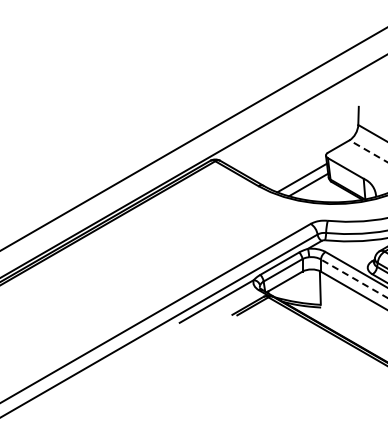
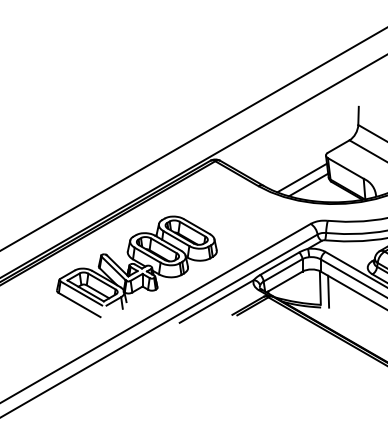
line at (368, 151): dashed -> solid
part at (136, 266): none -> present
line at (353, 278): dashed -> solid
line at (328, 291): none -> present
